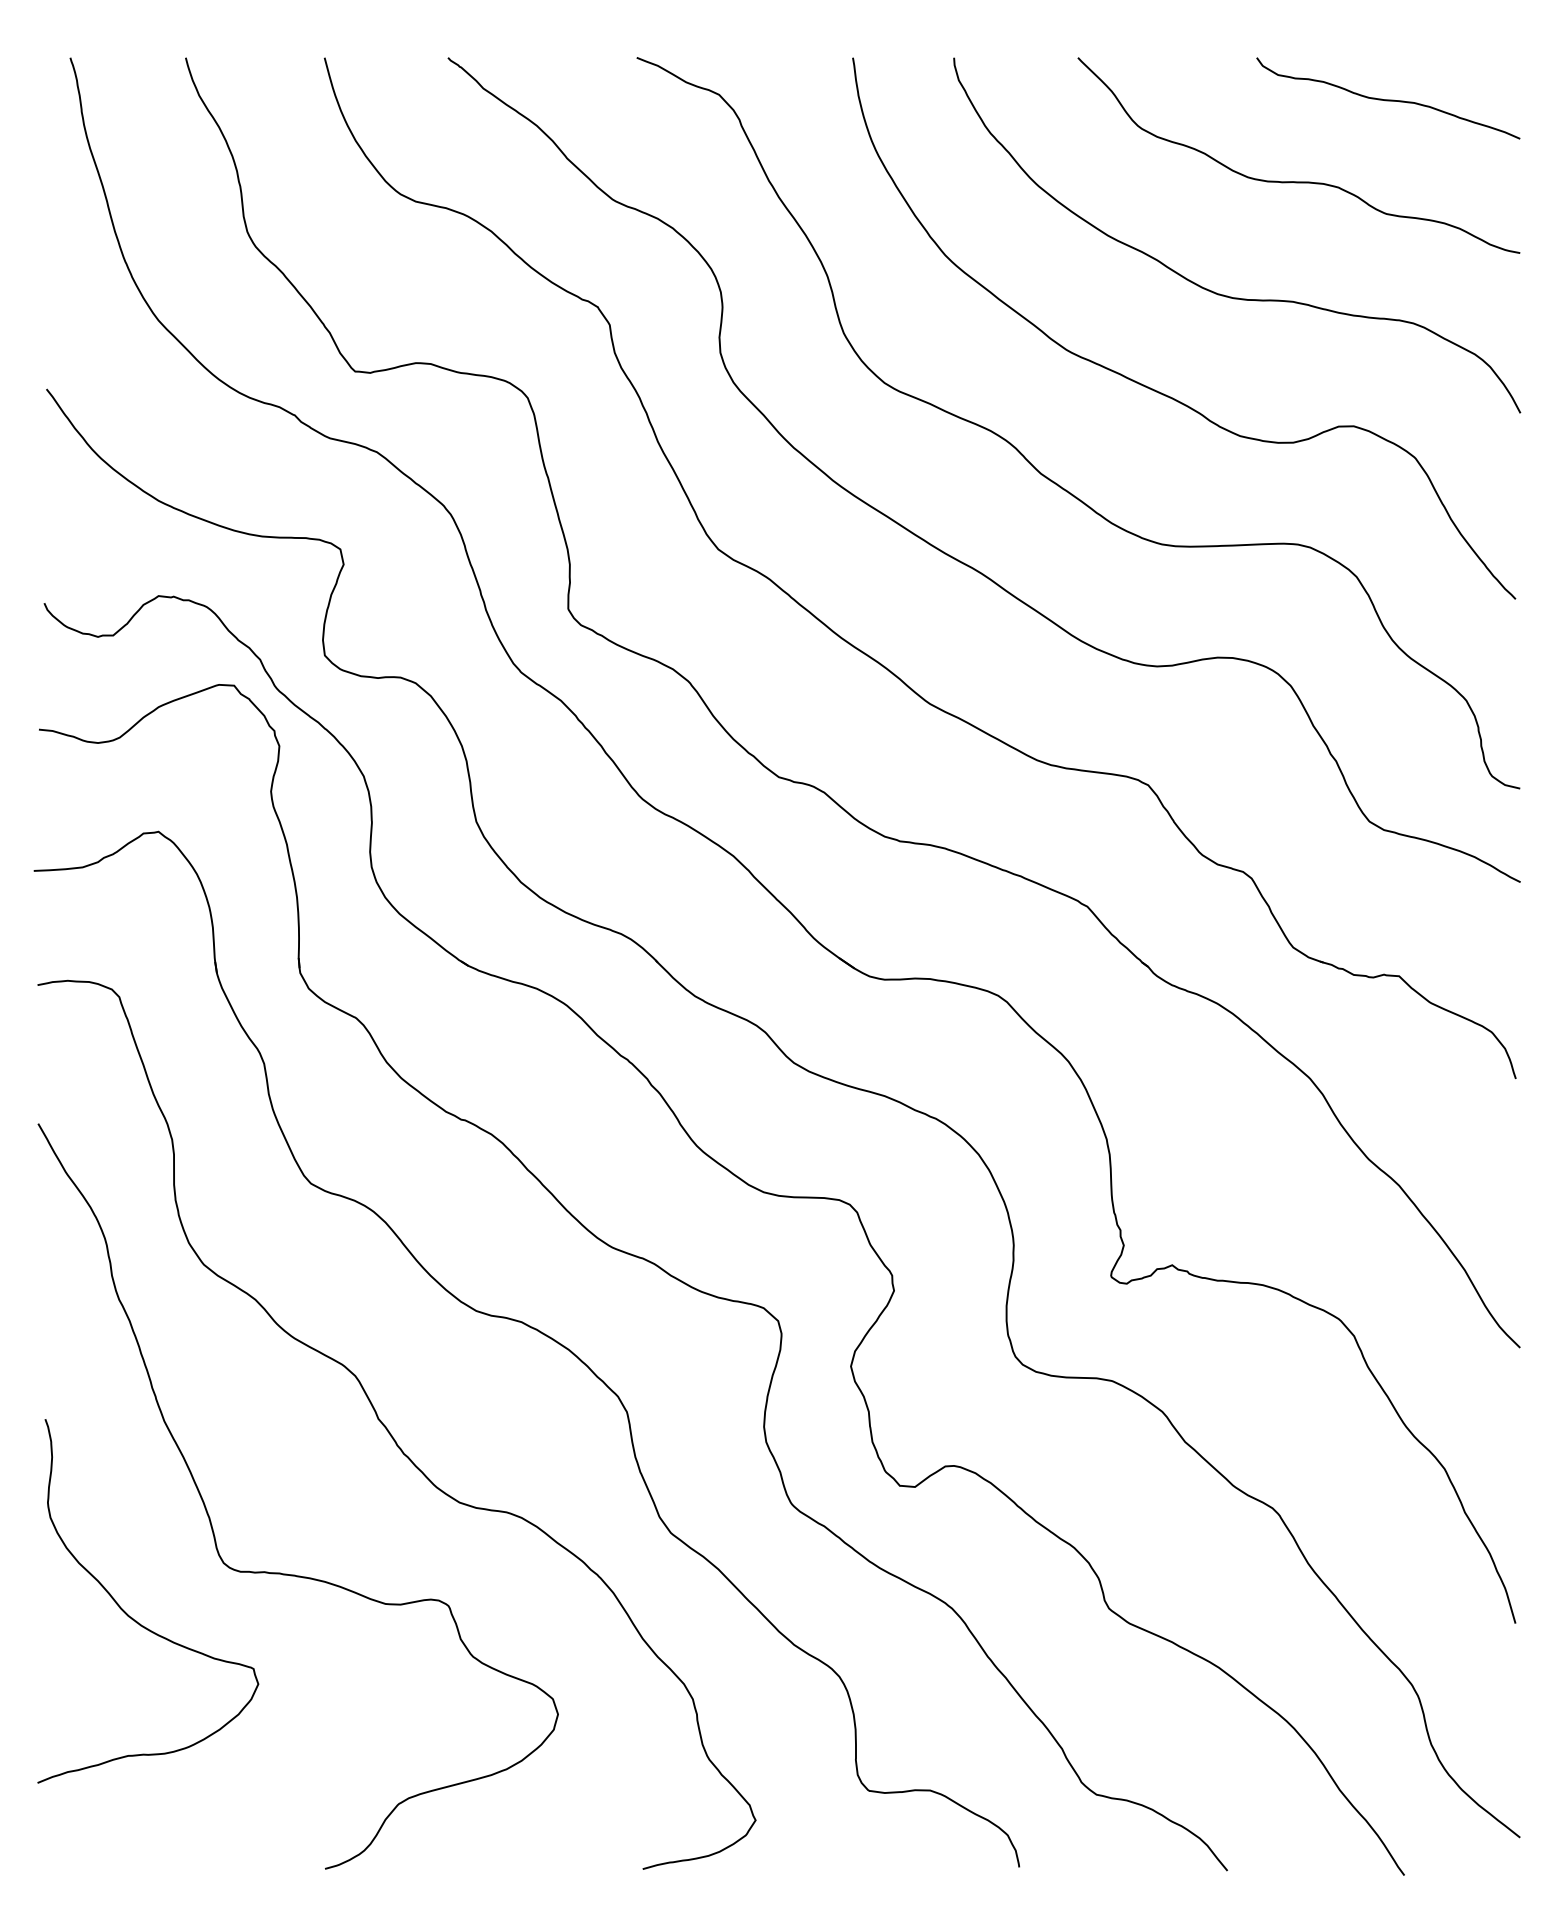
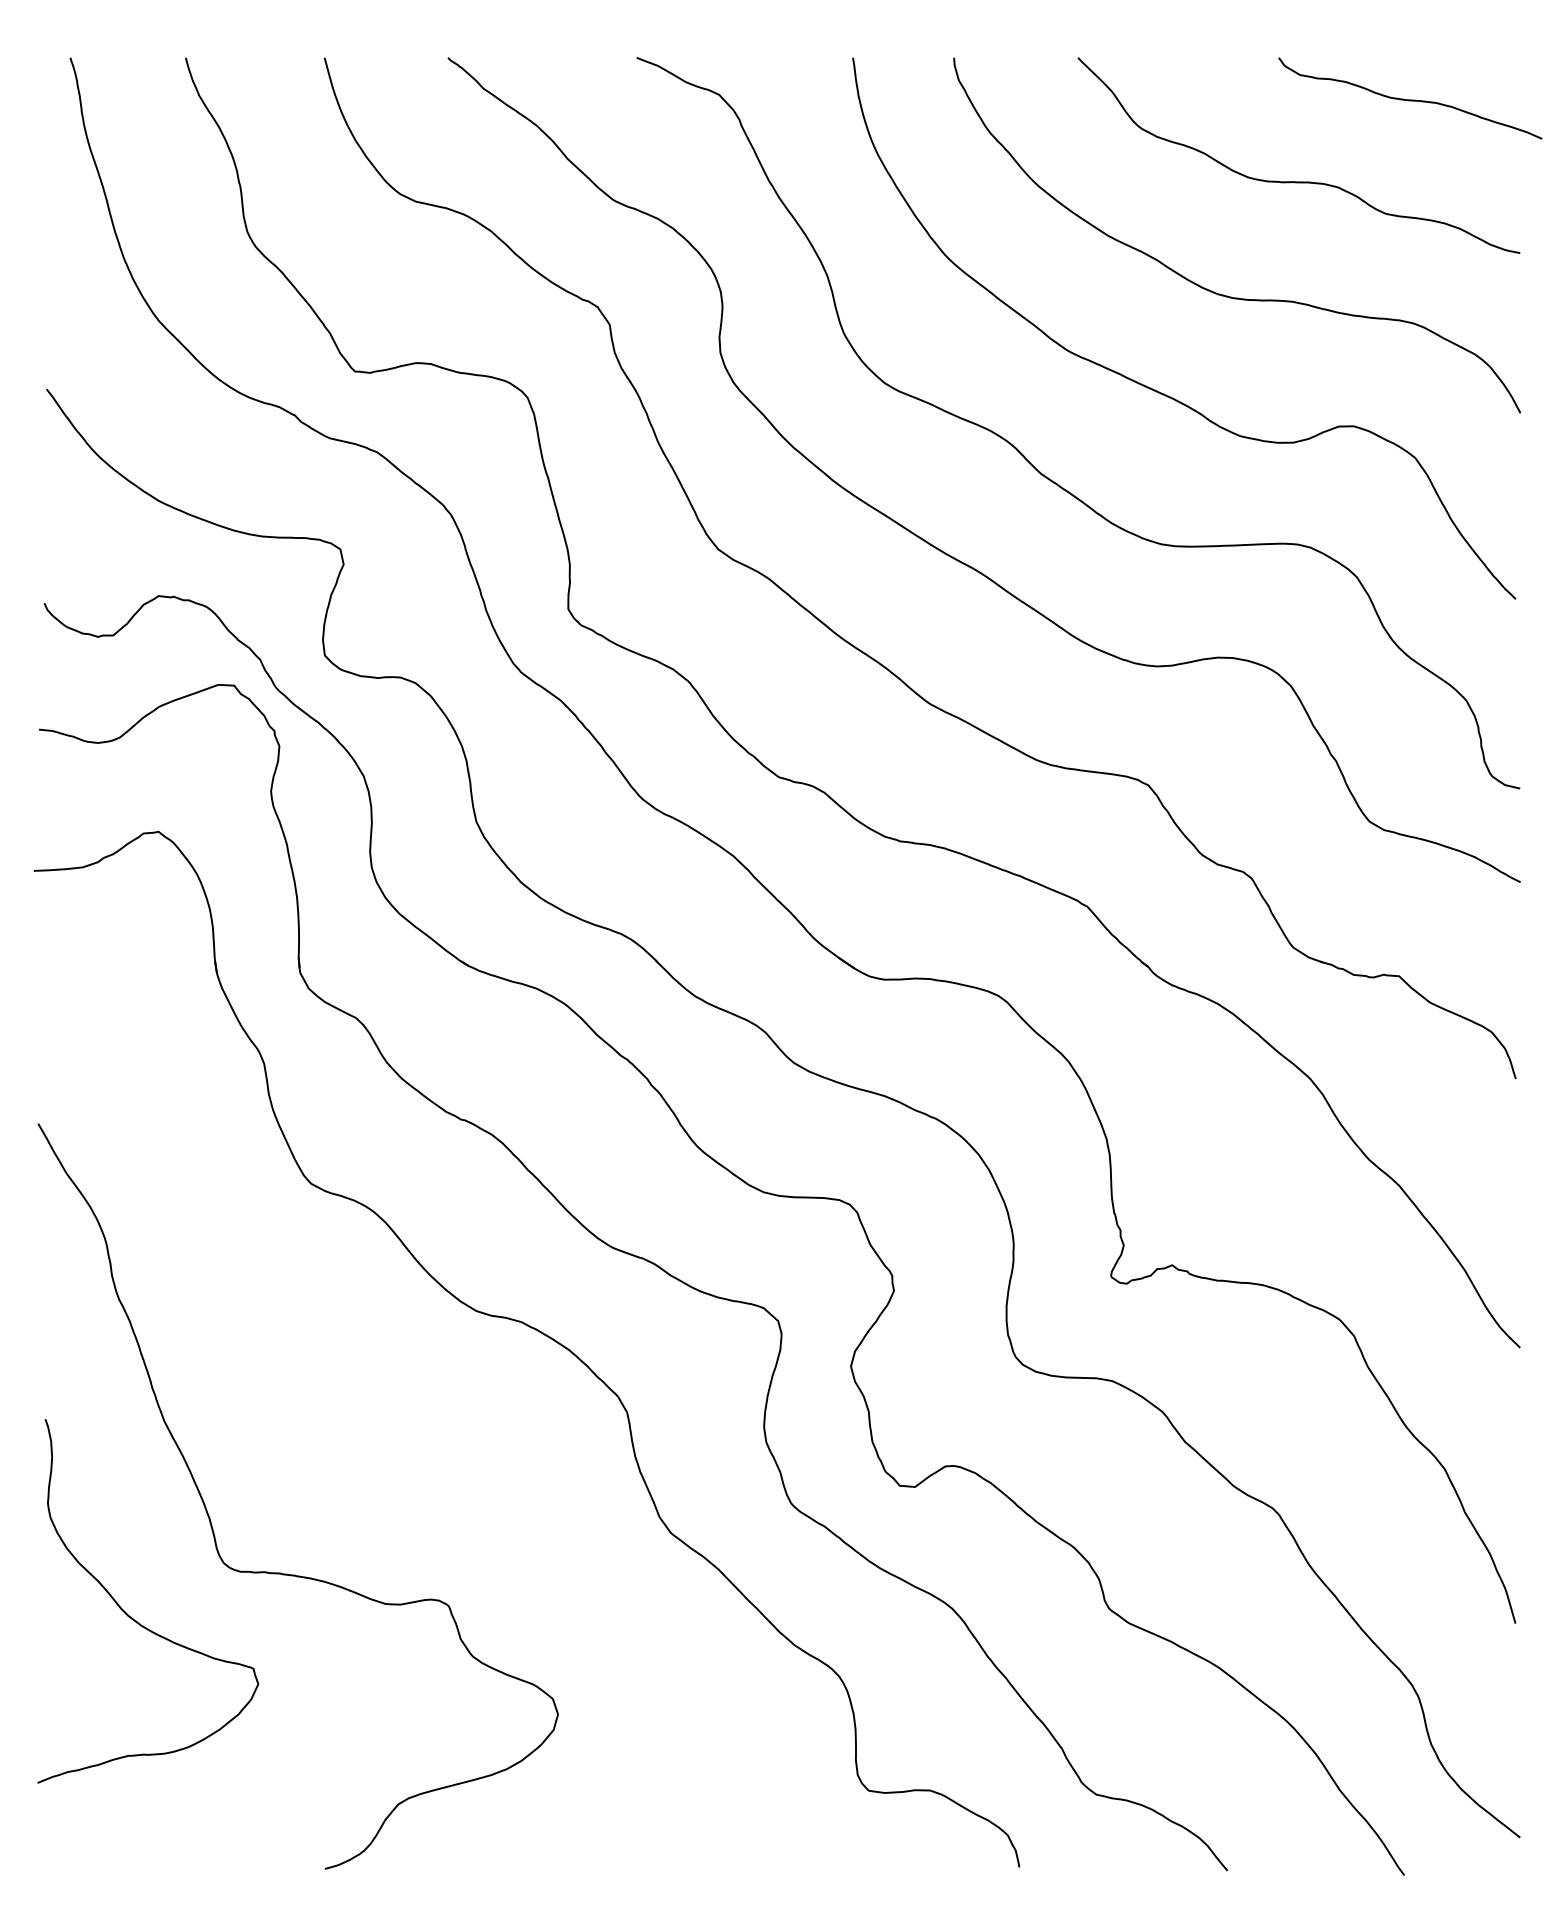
curve at (1388, 99) position: (1388, 99) -> (1410, 99)
curve at (388, 1429): present -> none
